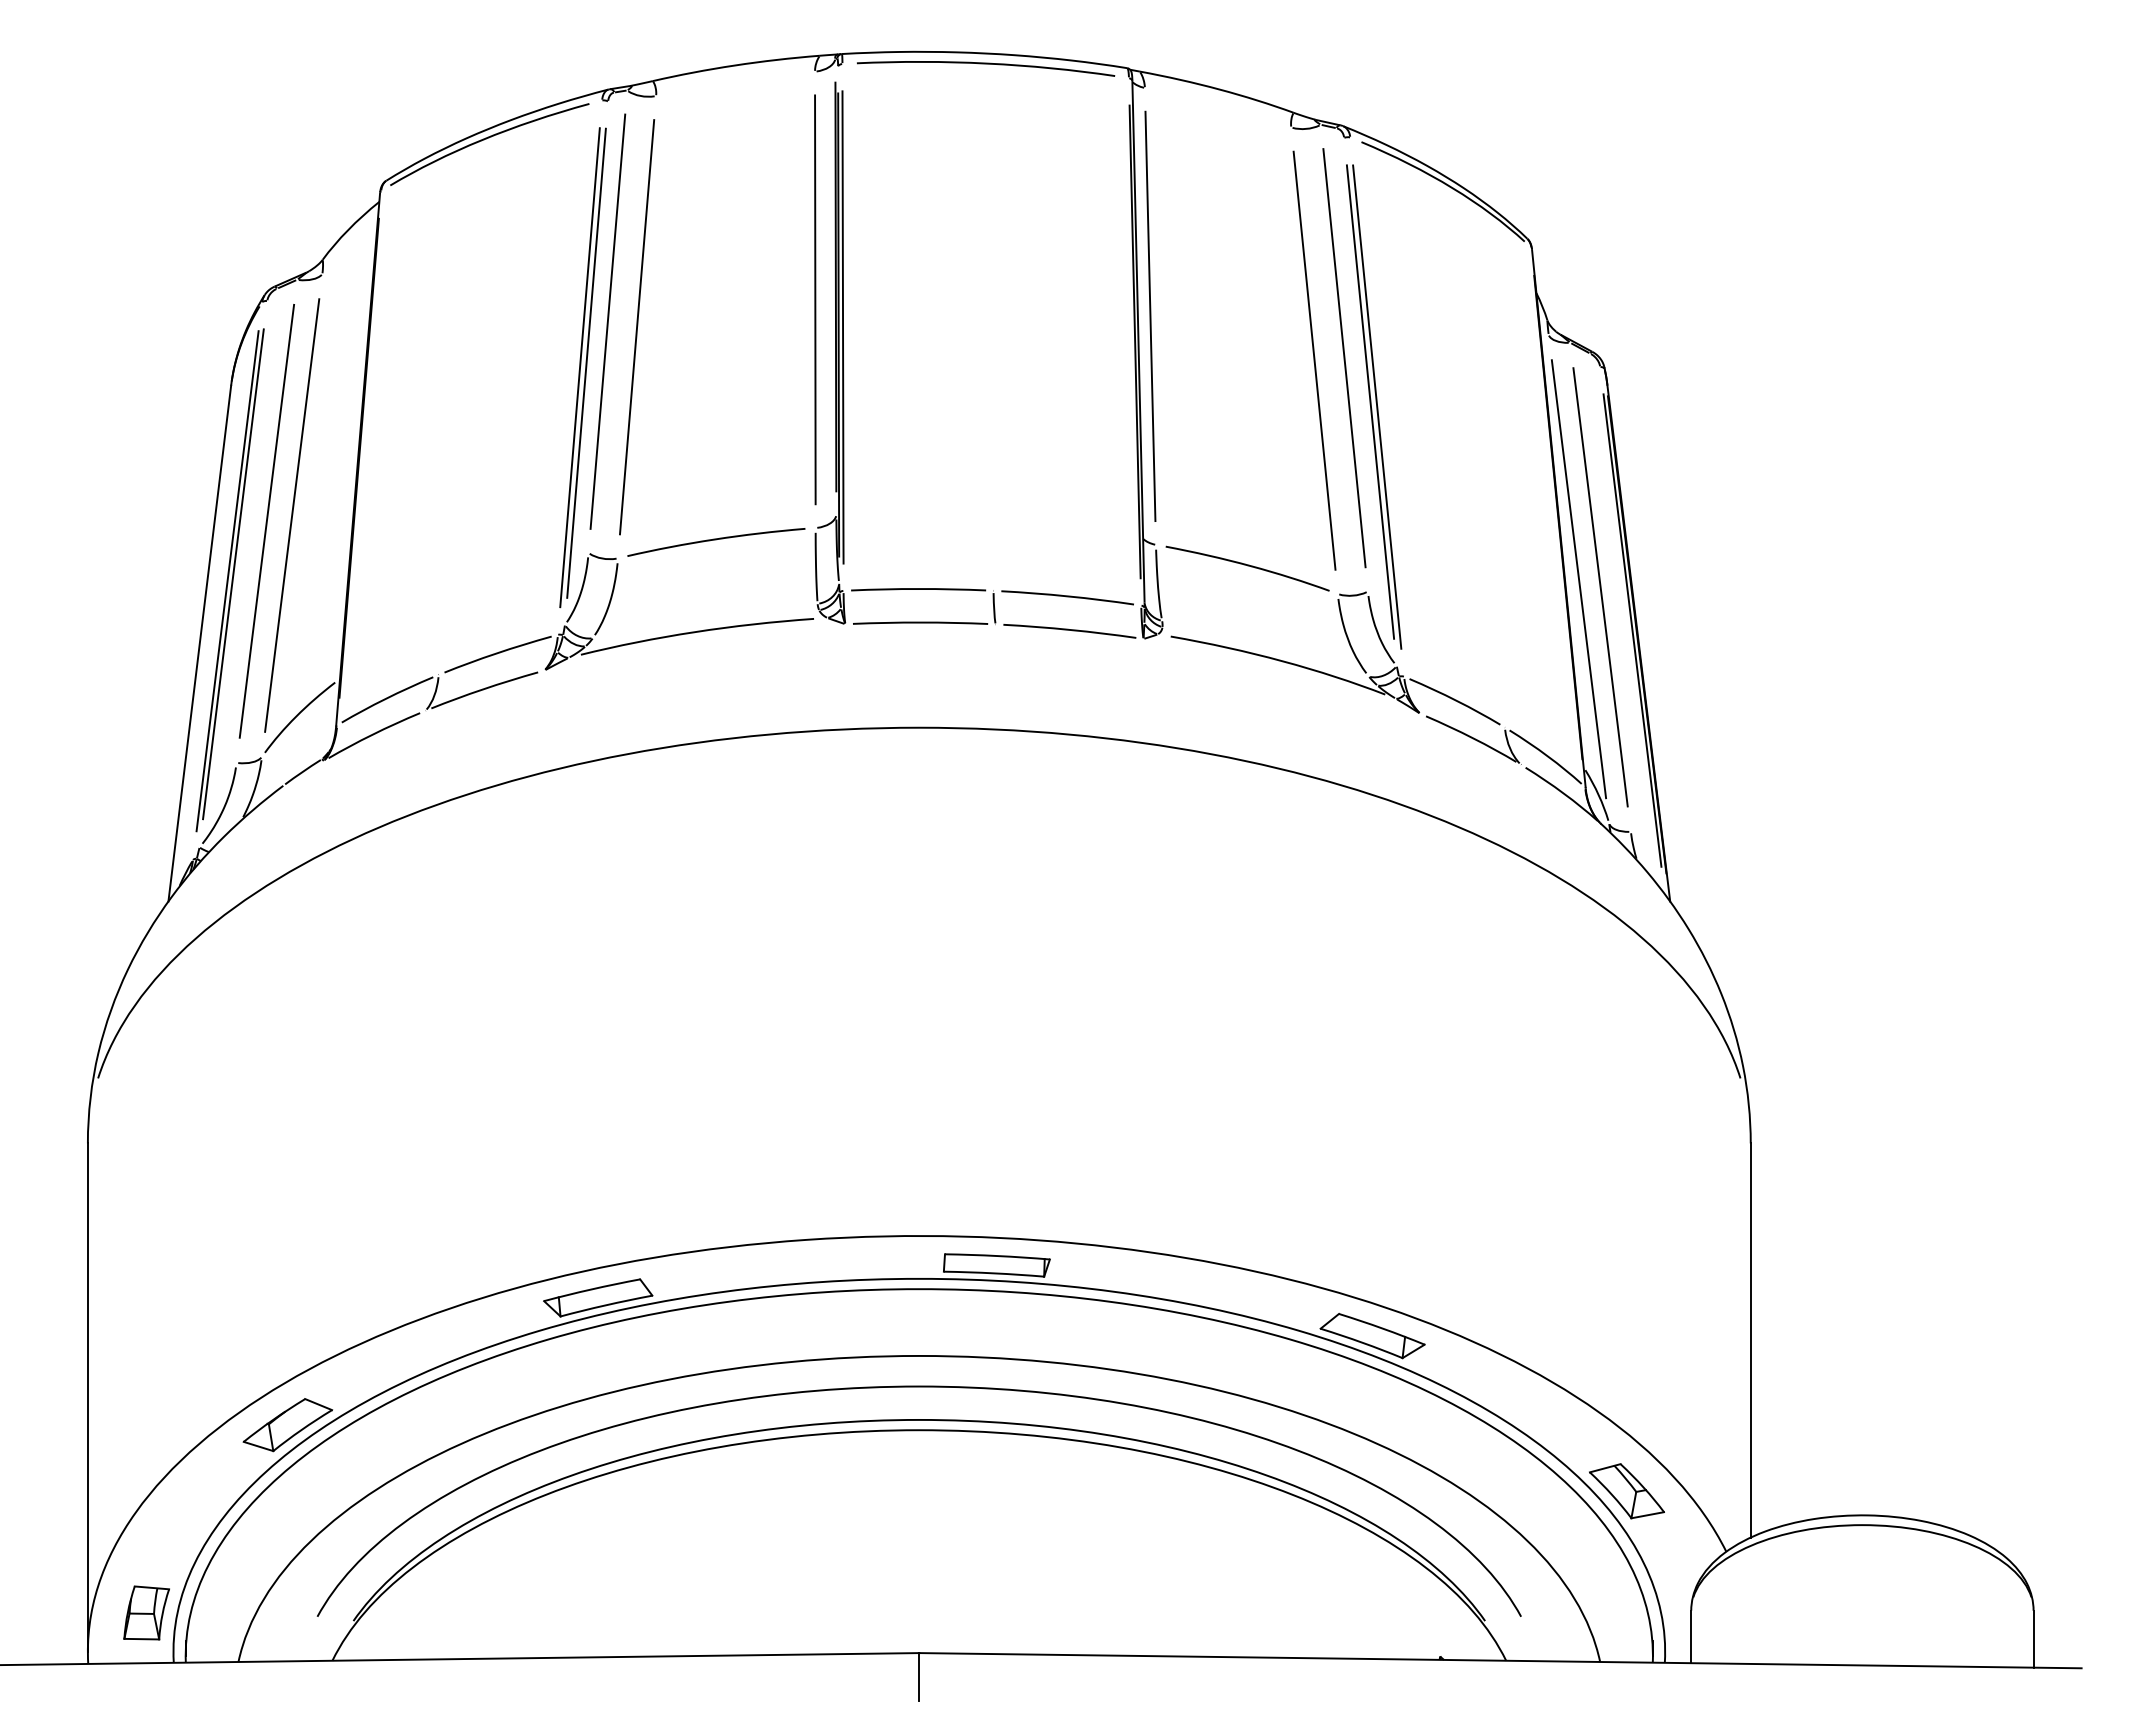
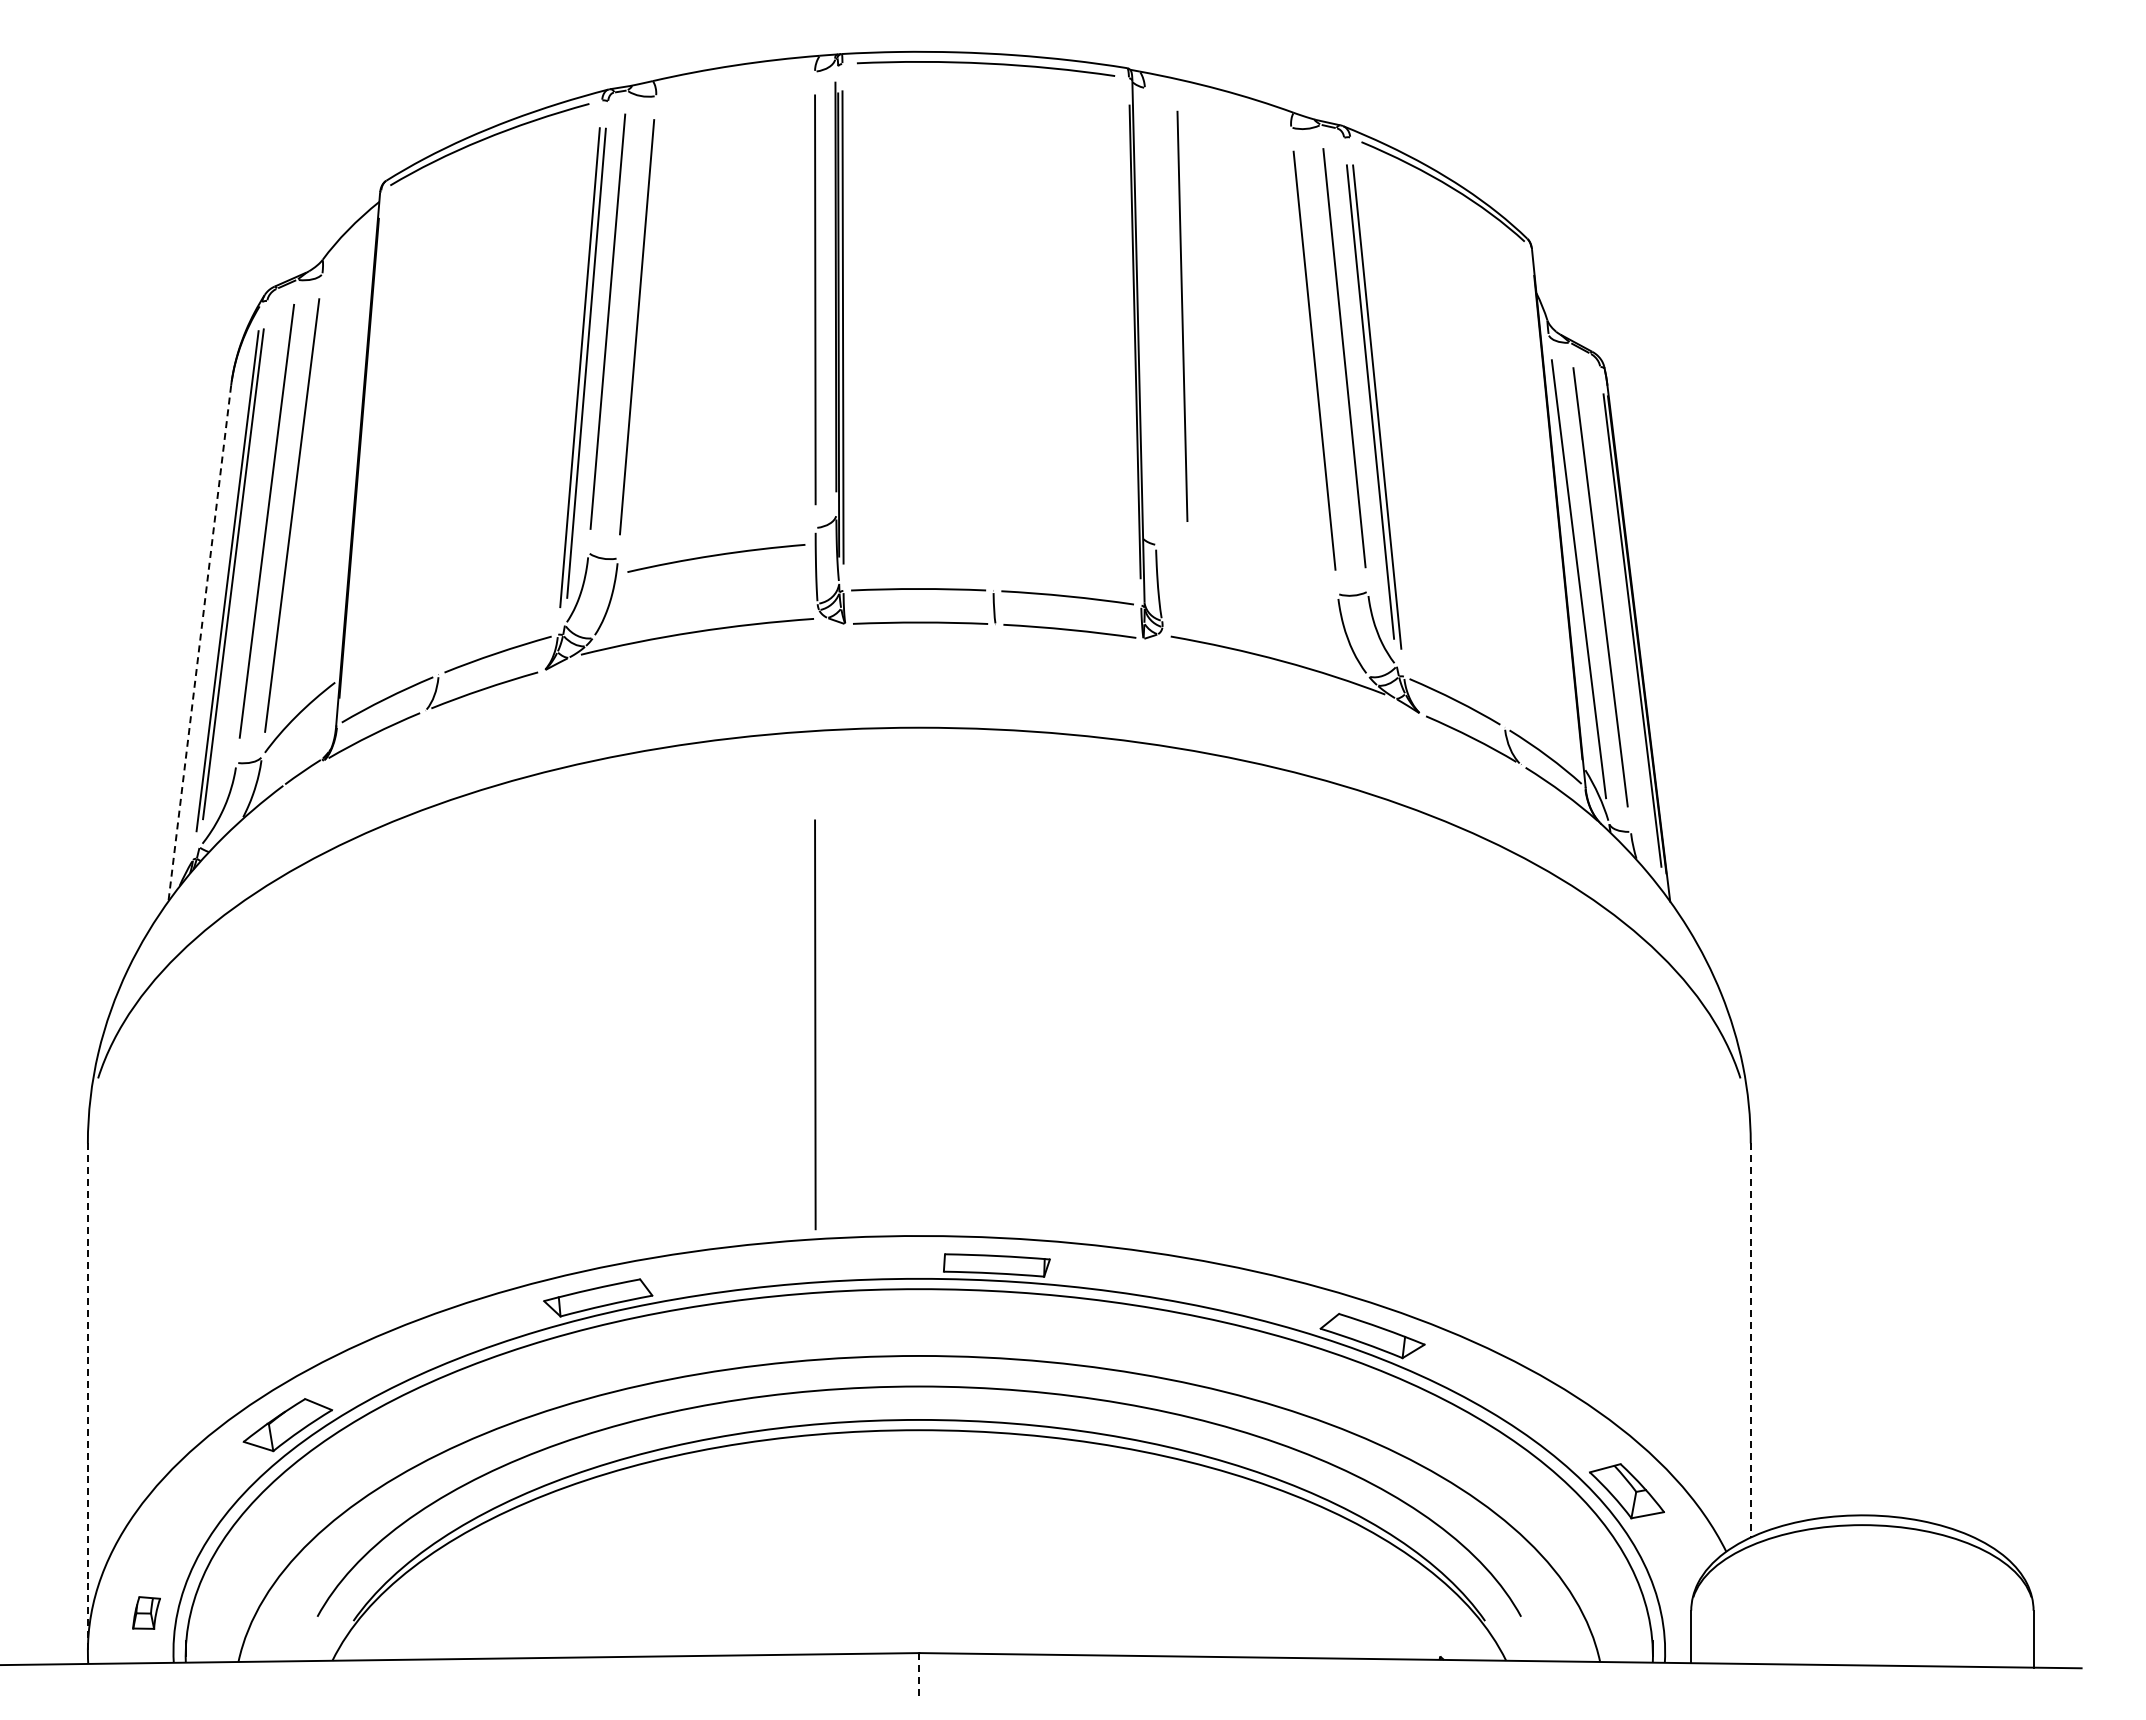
line at (1150, 315) position: (1150, 315) -> (1182, 315)
curve at (716, 540) position: (716, 540) -> (716, 556)
curve at (1247, 566): present -> none
line at (199, 643): solid -> dashed
line at (815, 1024): none -> present
line at (1750, 1341): solid -> dashed
line at (87, 1398): solid -> dashed
part at (146, 1612) size: 47x56 px -> 29x34 px
line at (919, 1676): solid -> dashed
